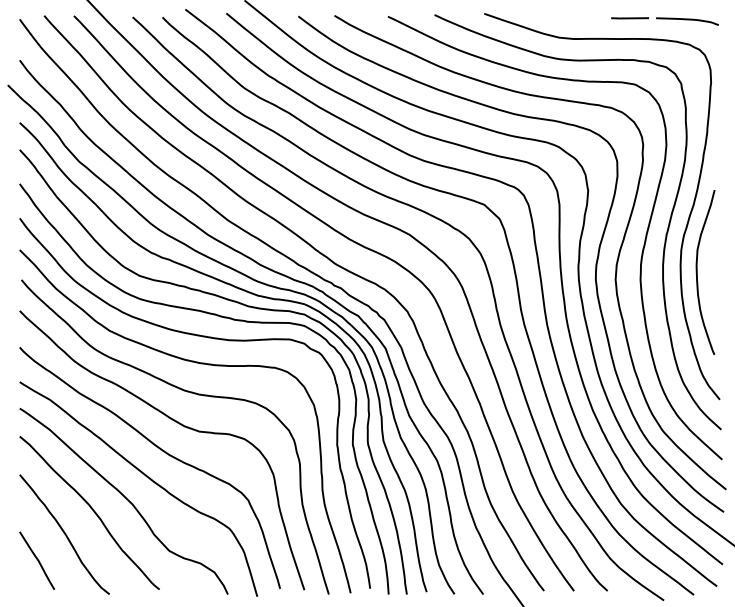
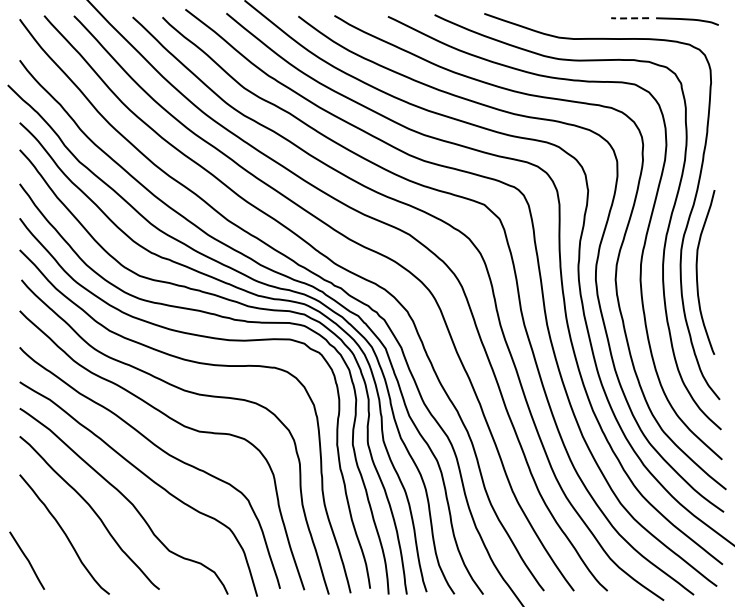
line at (629, 18): solid -> dashed
curve at (37, 560) position: (37, 560) -> (27, 560)
